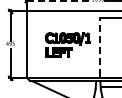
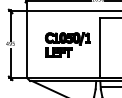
line at (59, 0): dashed -> solid
line at (100, 46): dashed -> solid
